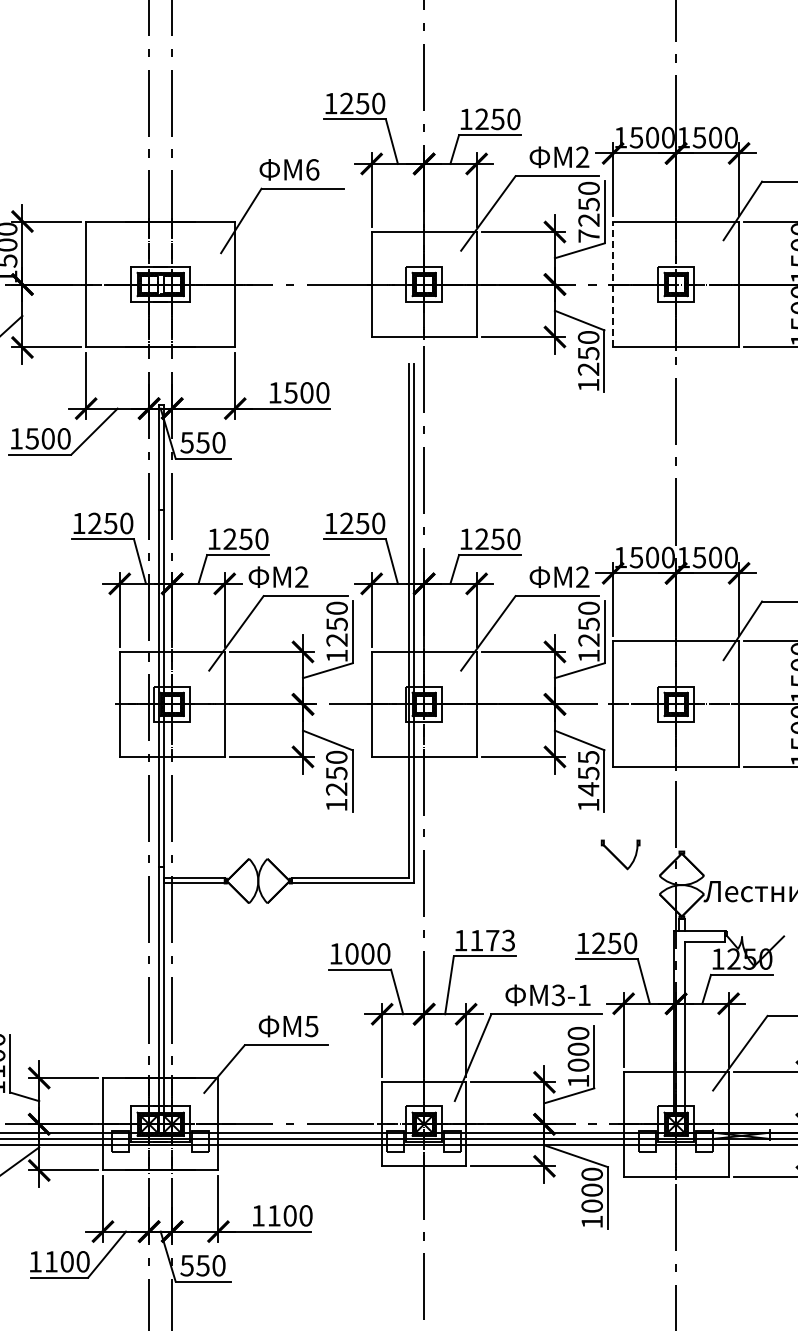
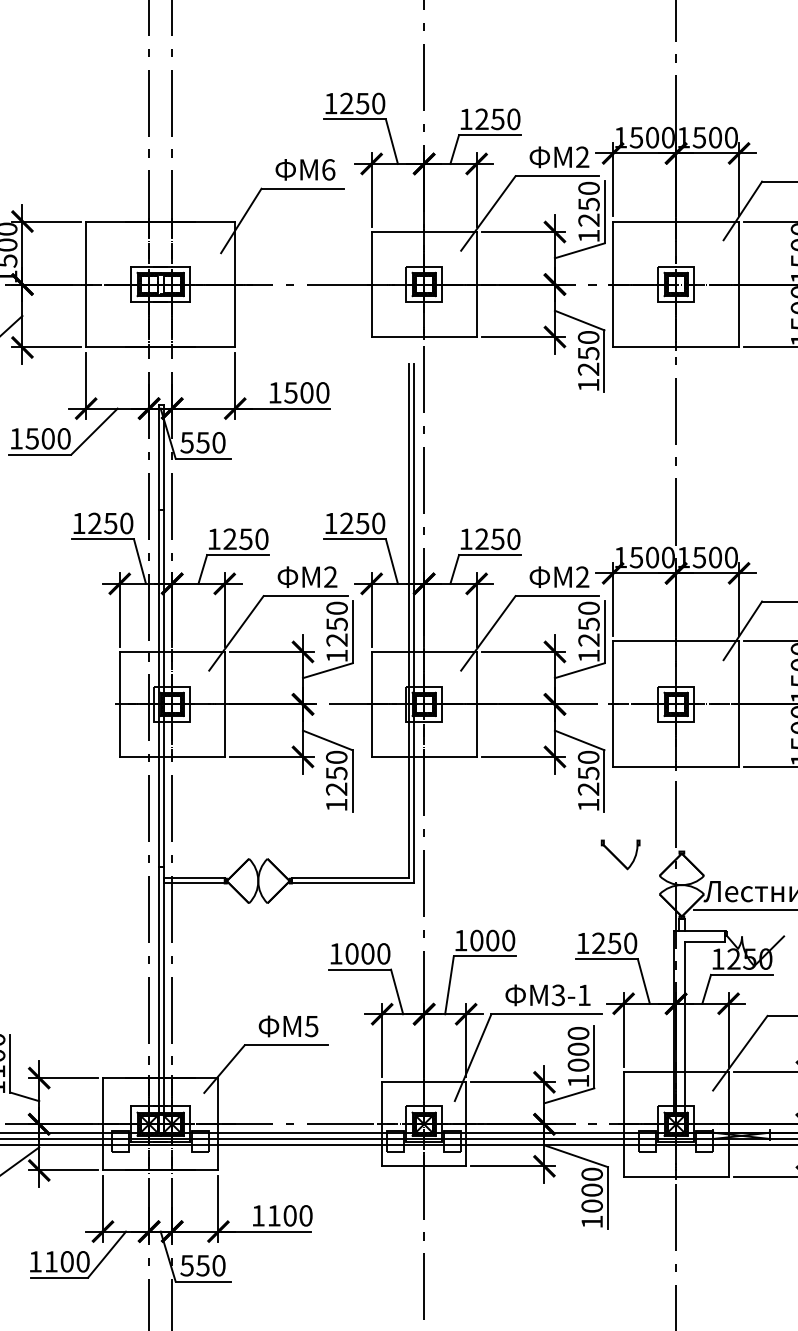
text at (289, 169) position: (289, 169) -> (305, 169)
text at (588, 235): 7250 -> 1250
line at (613, 284): dashed -> solid
text at (278, 576) position: (278, 576) -> (307, 576)
text at (588, 773): 1455 -> 1250
line at (744, 910): none -> present
text at (492, 940): 1173 -> 1000
